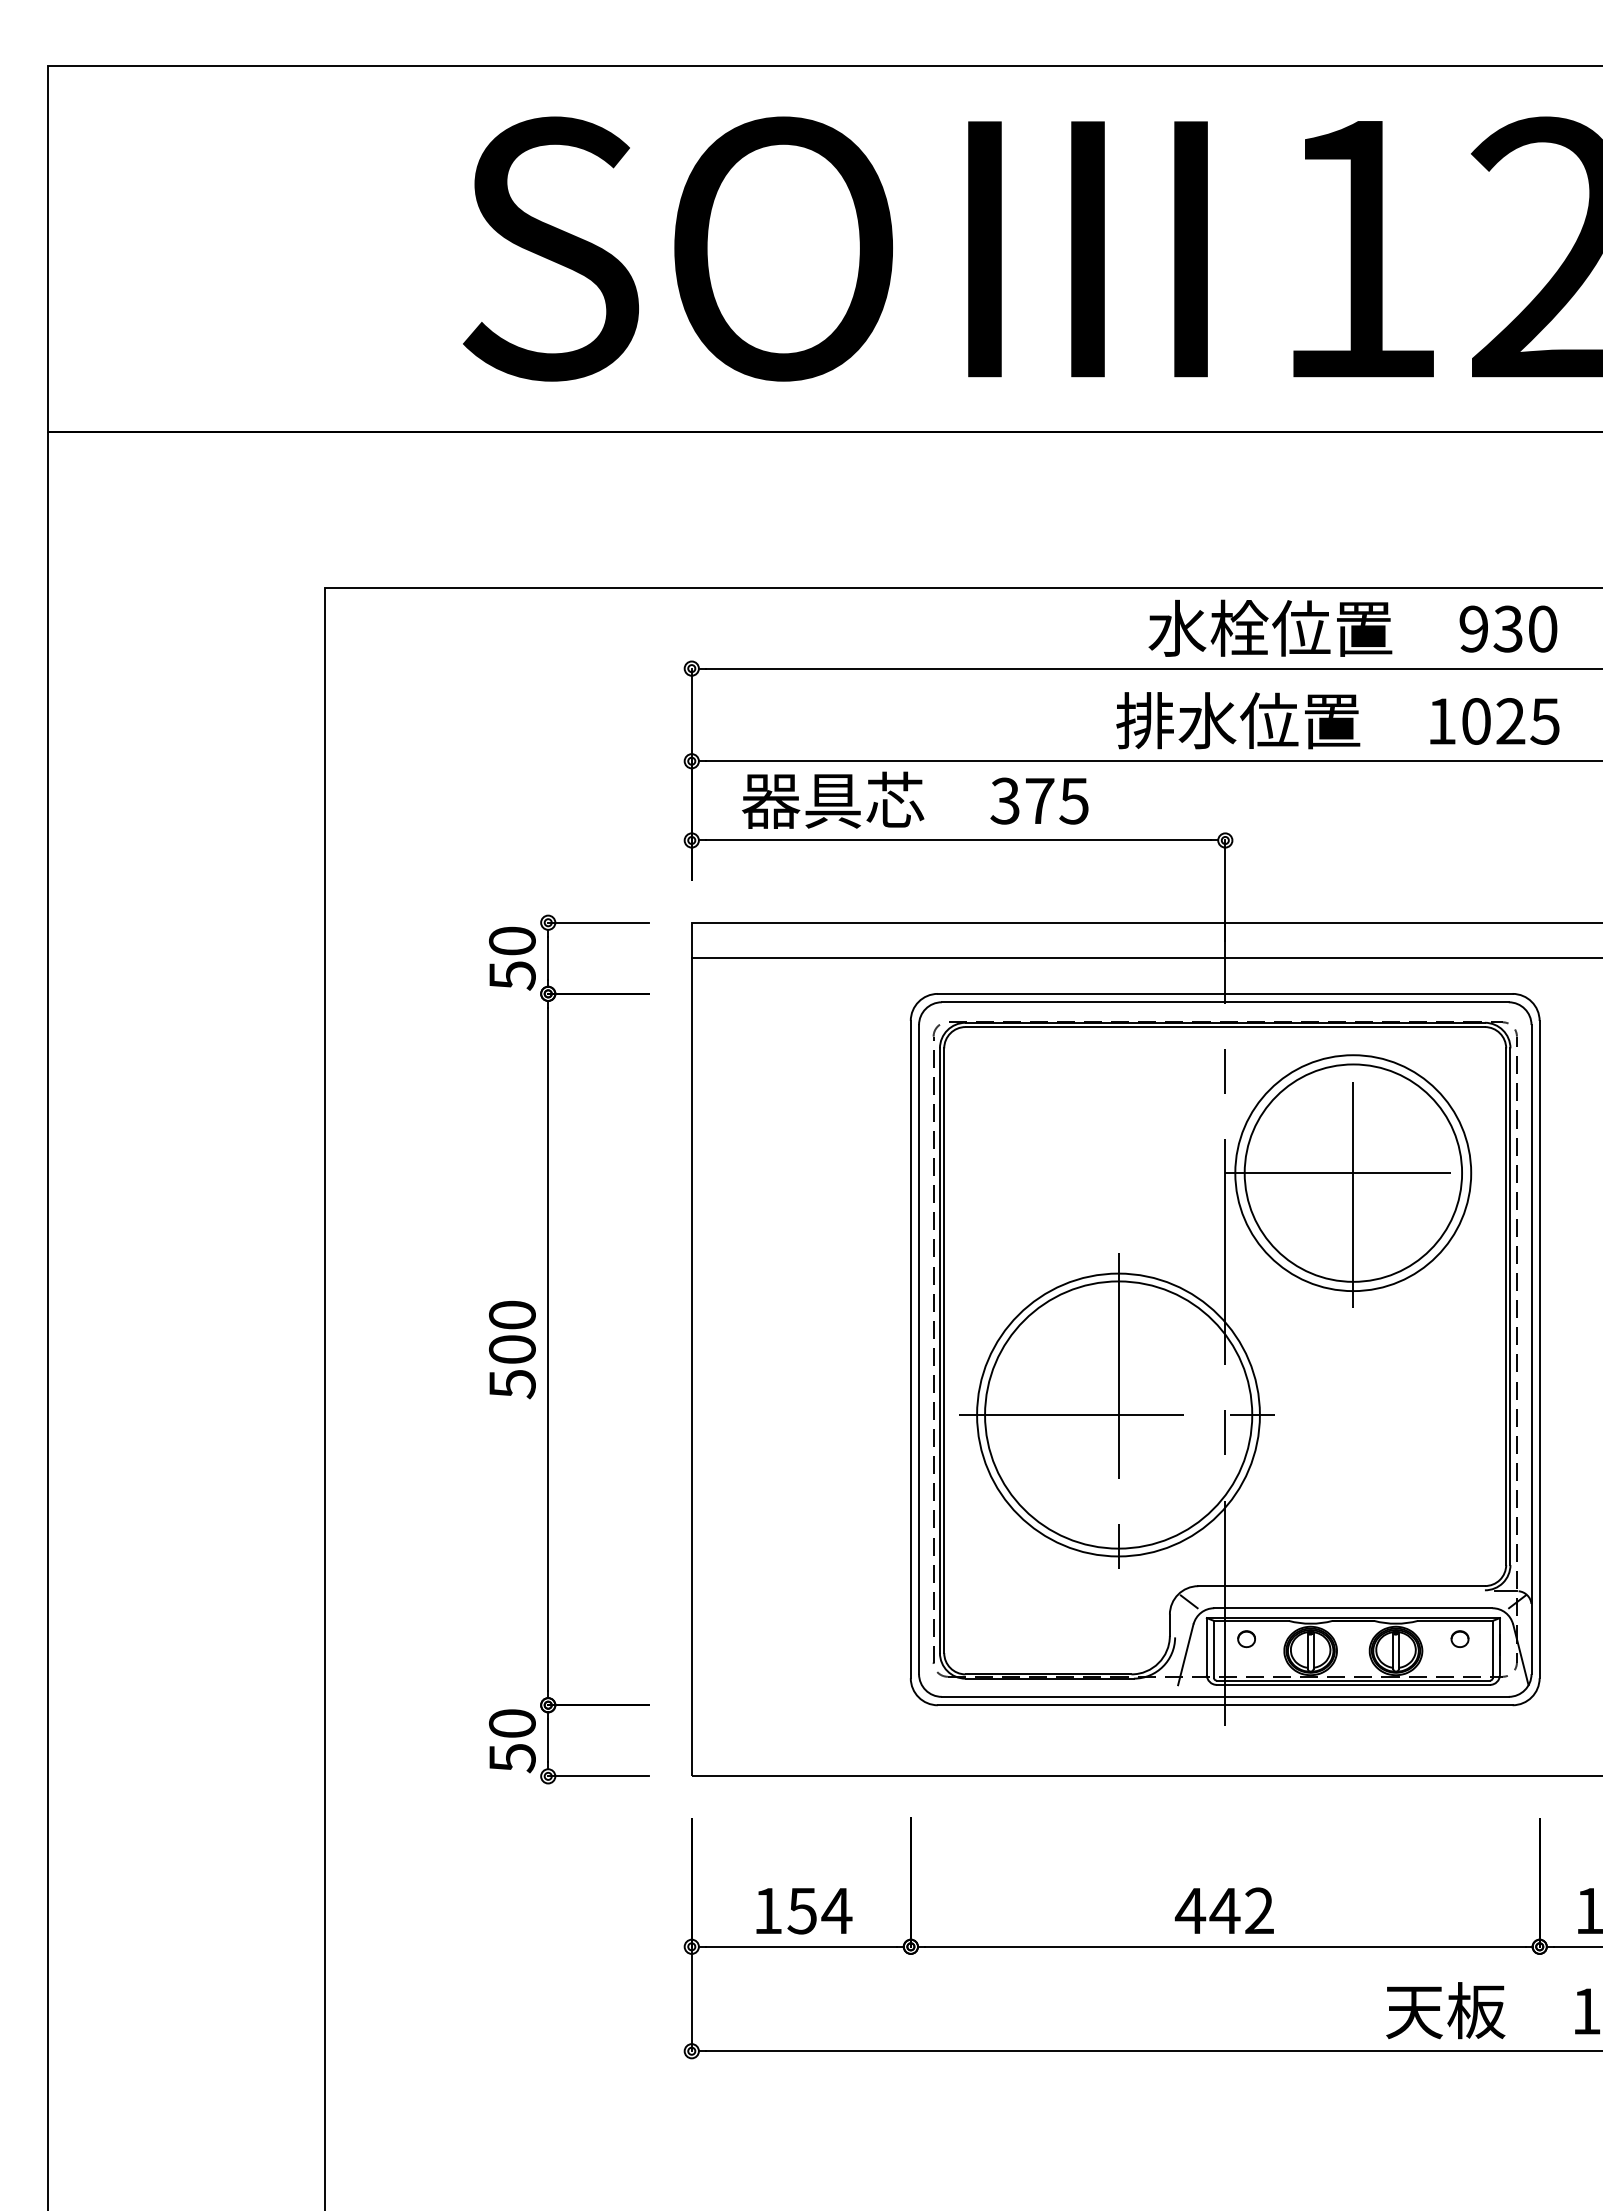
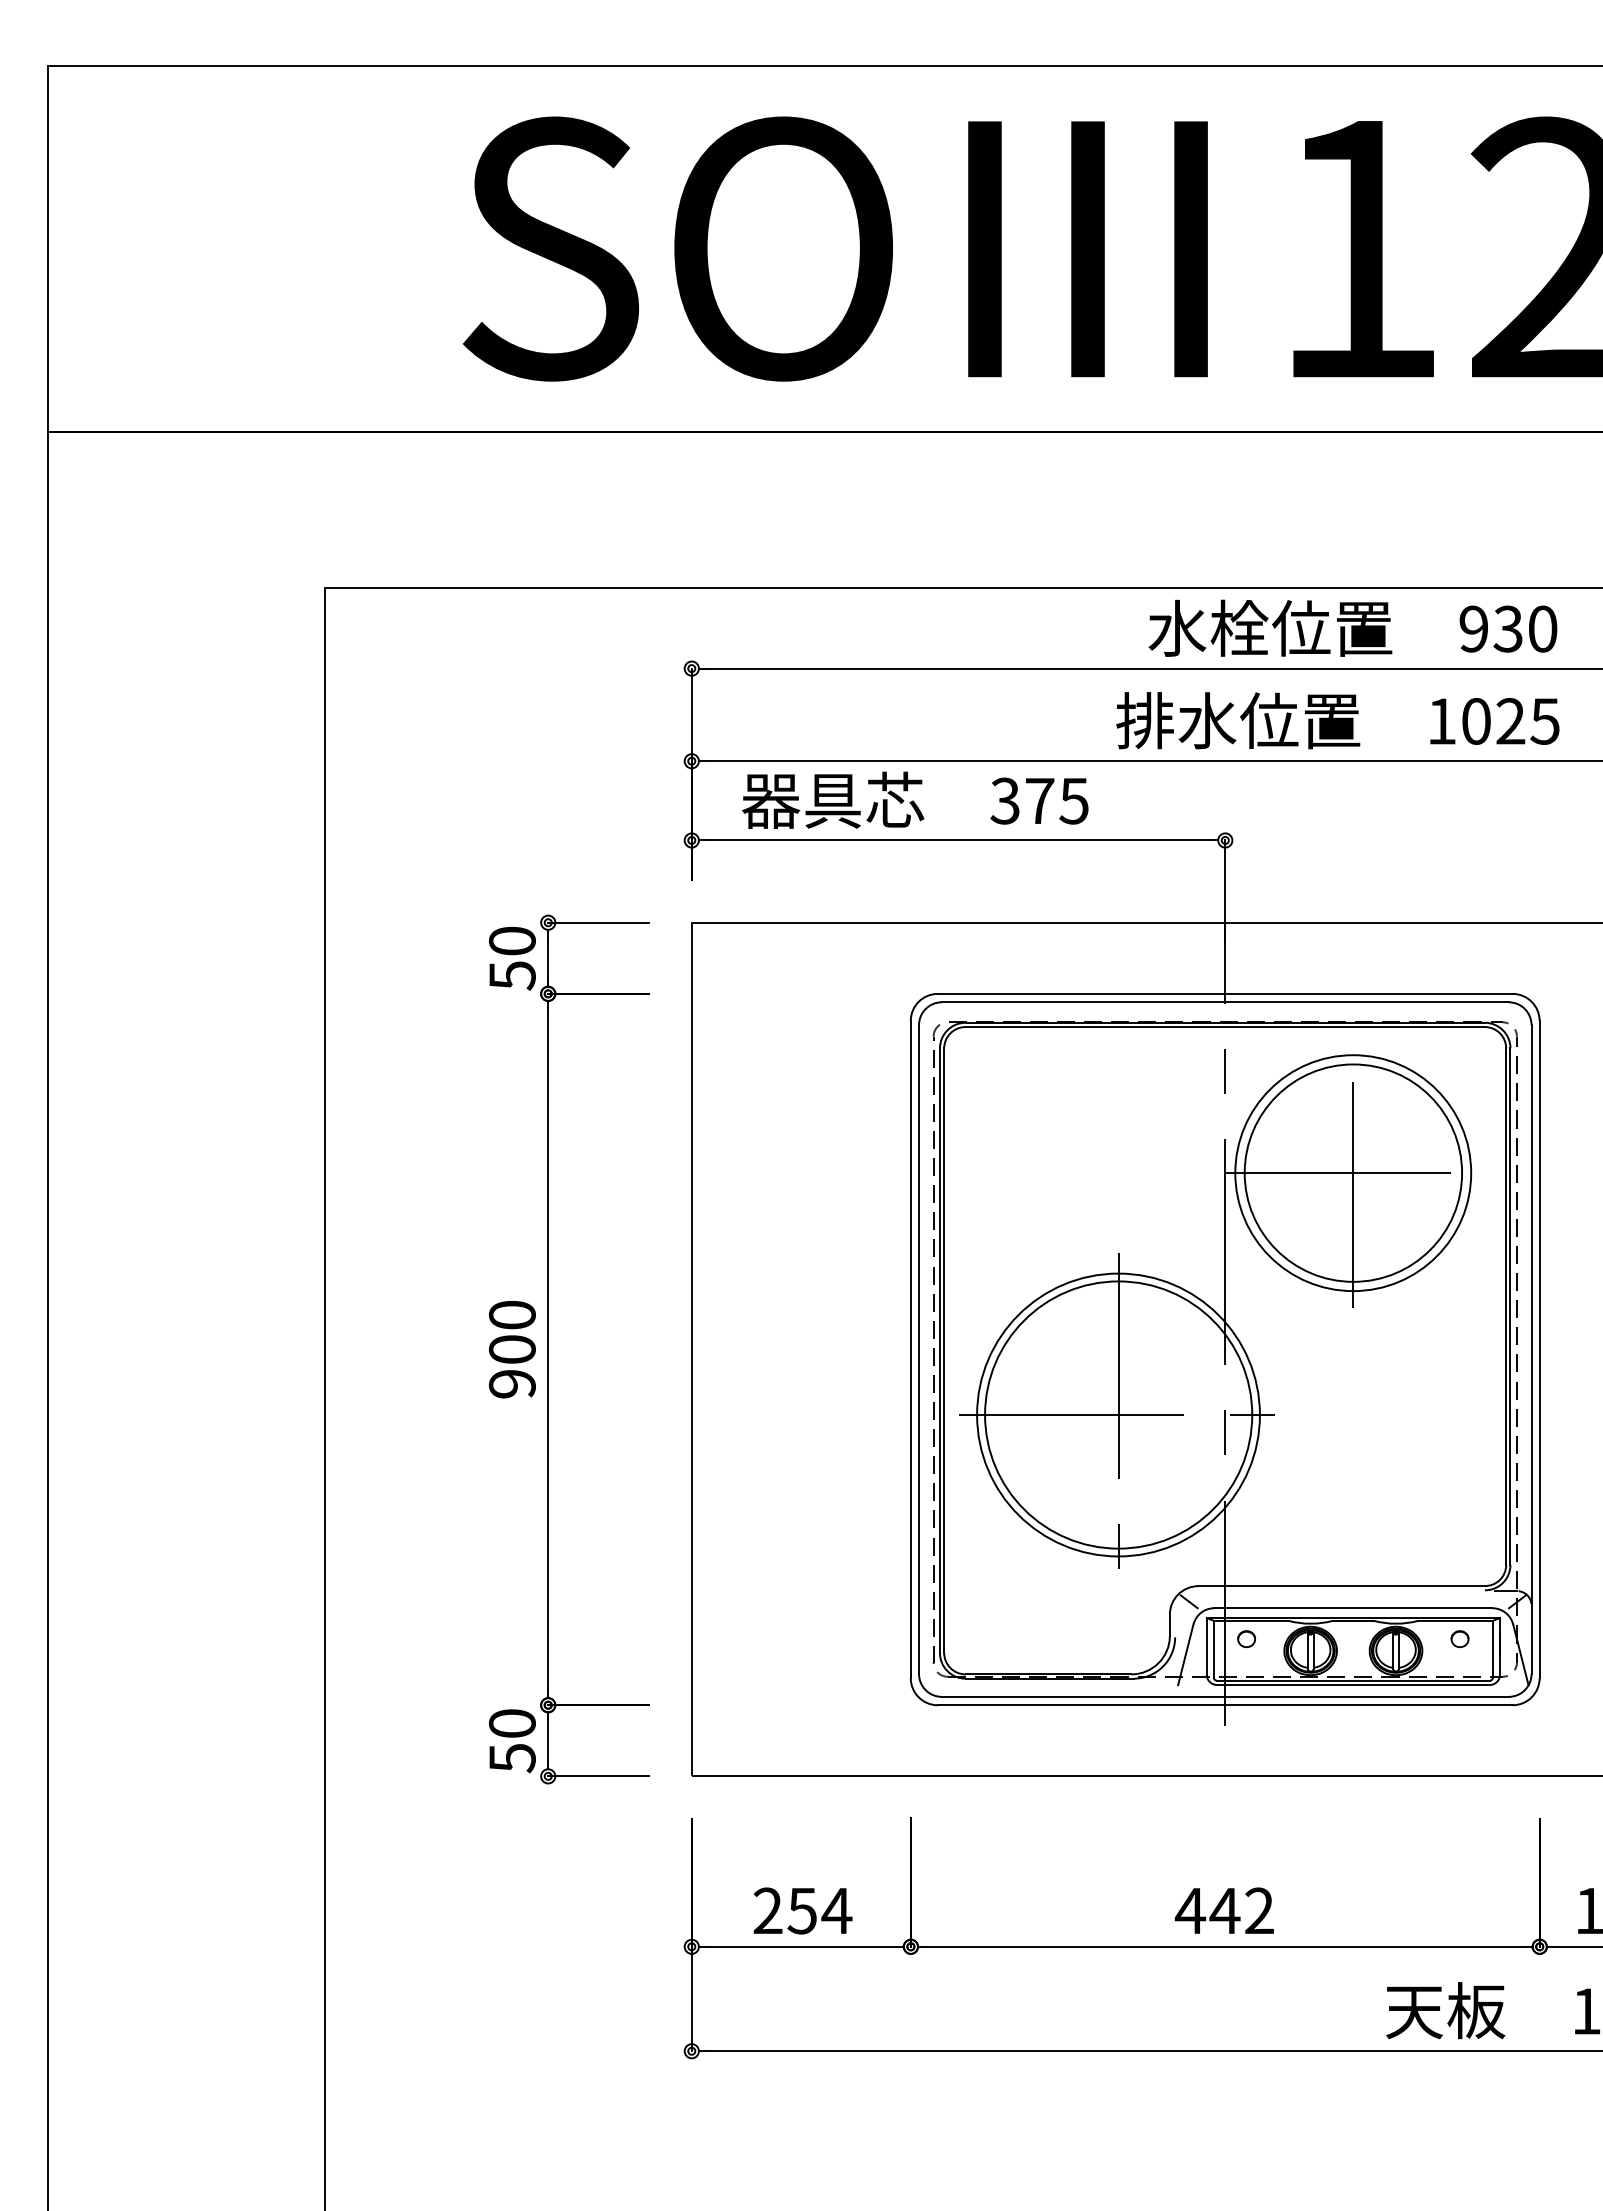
line at (1145, 958): present -> none
text at (512, 1384): 500 -> 900
text at (767, 1910): 154 -> 254
